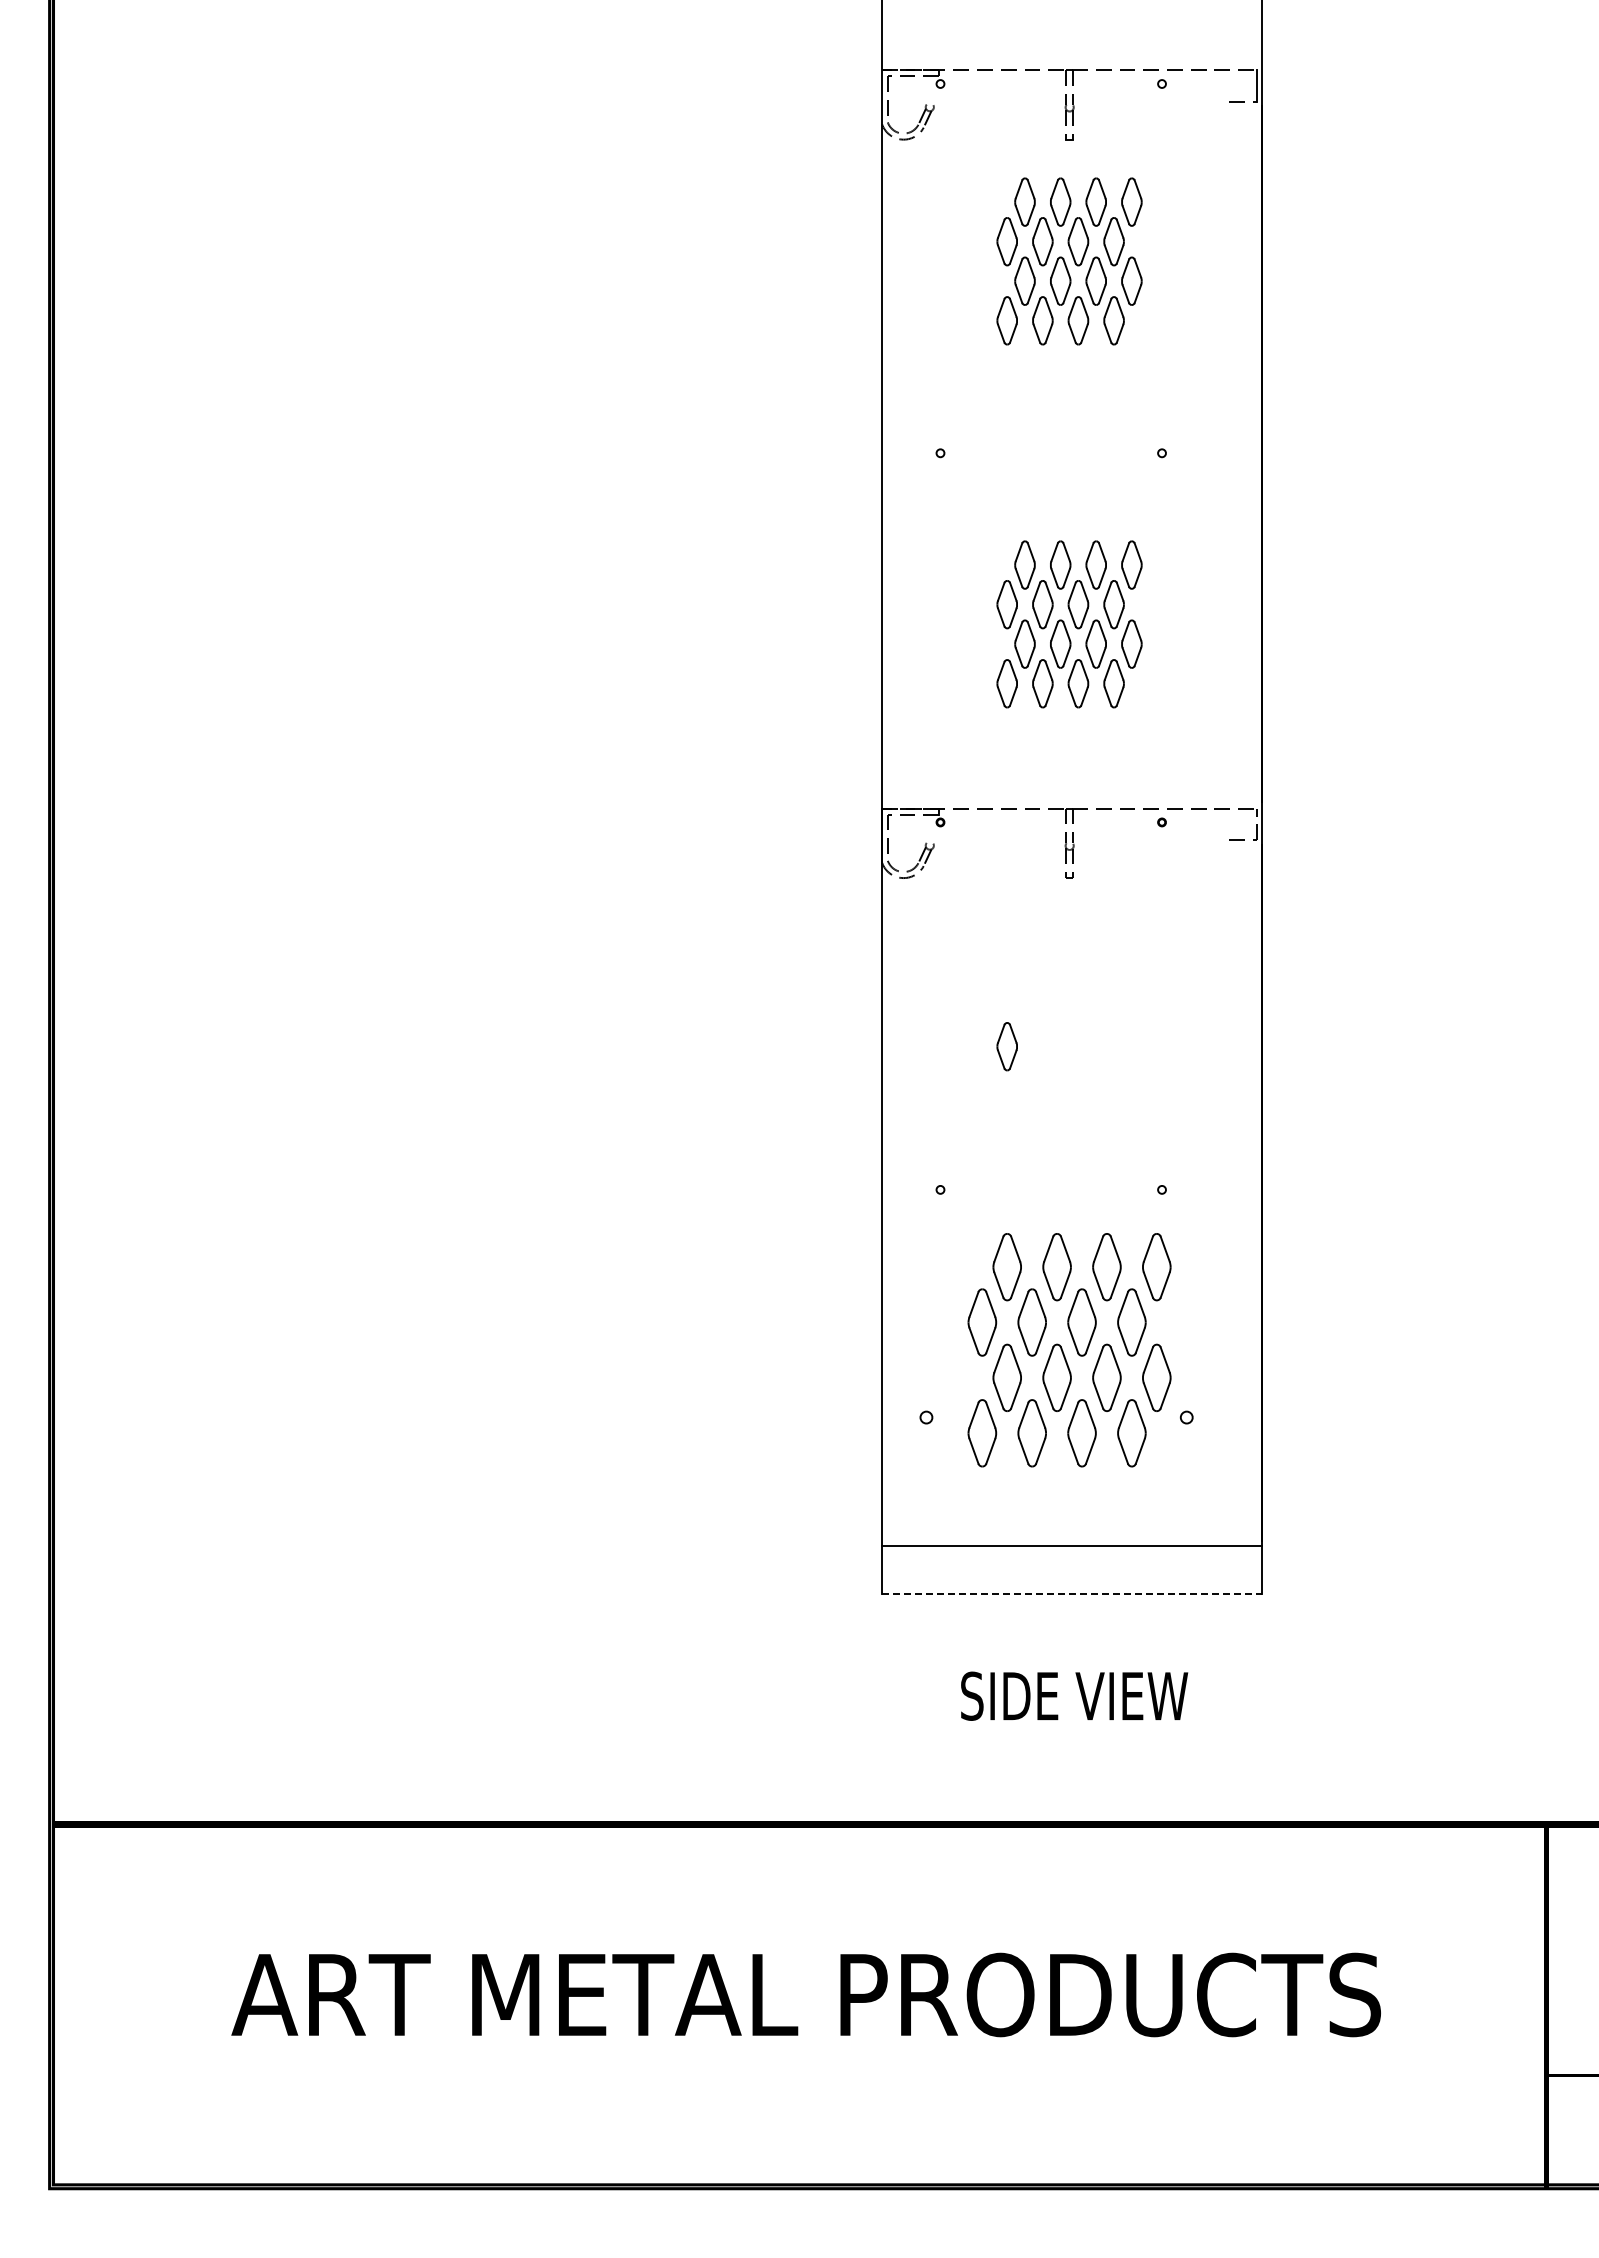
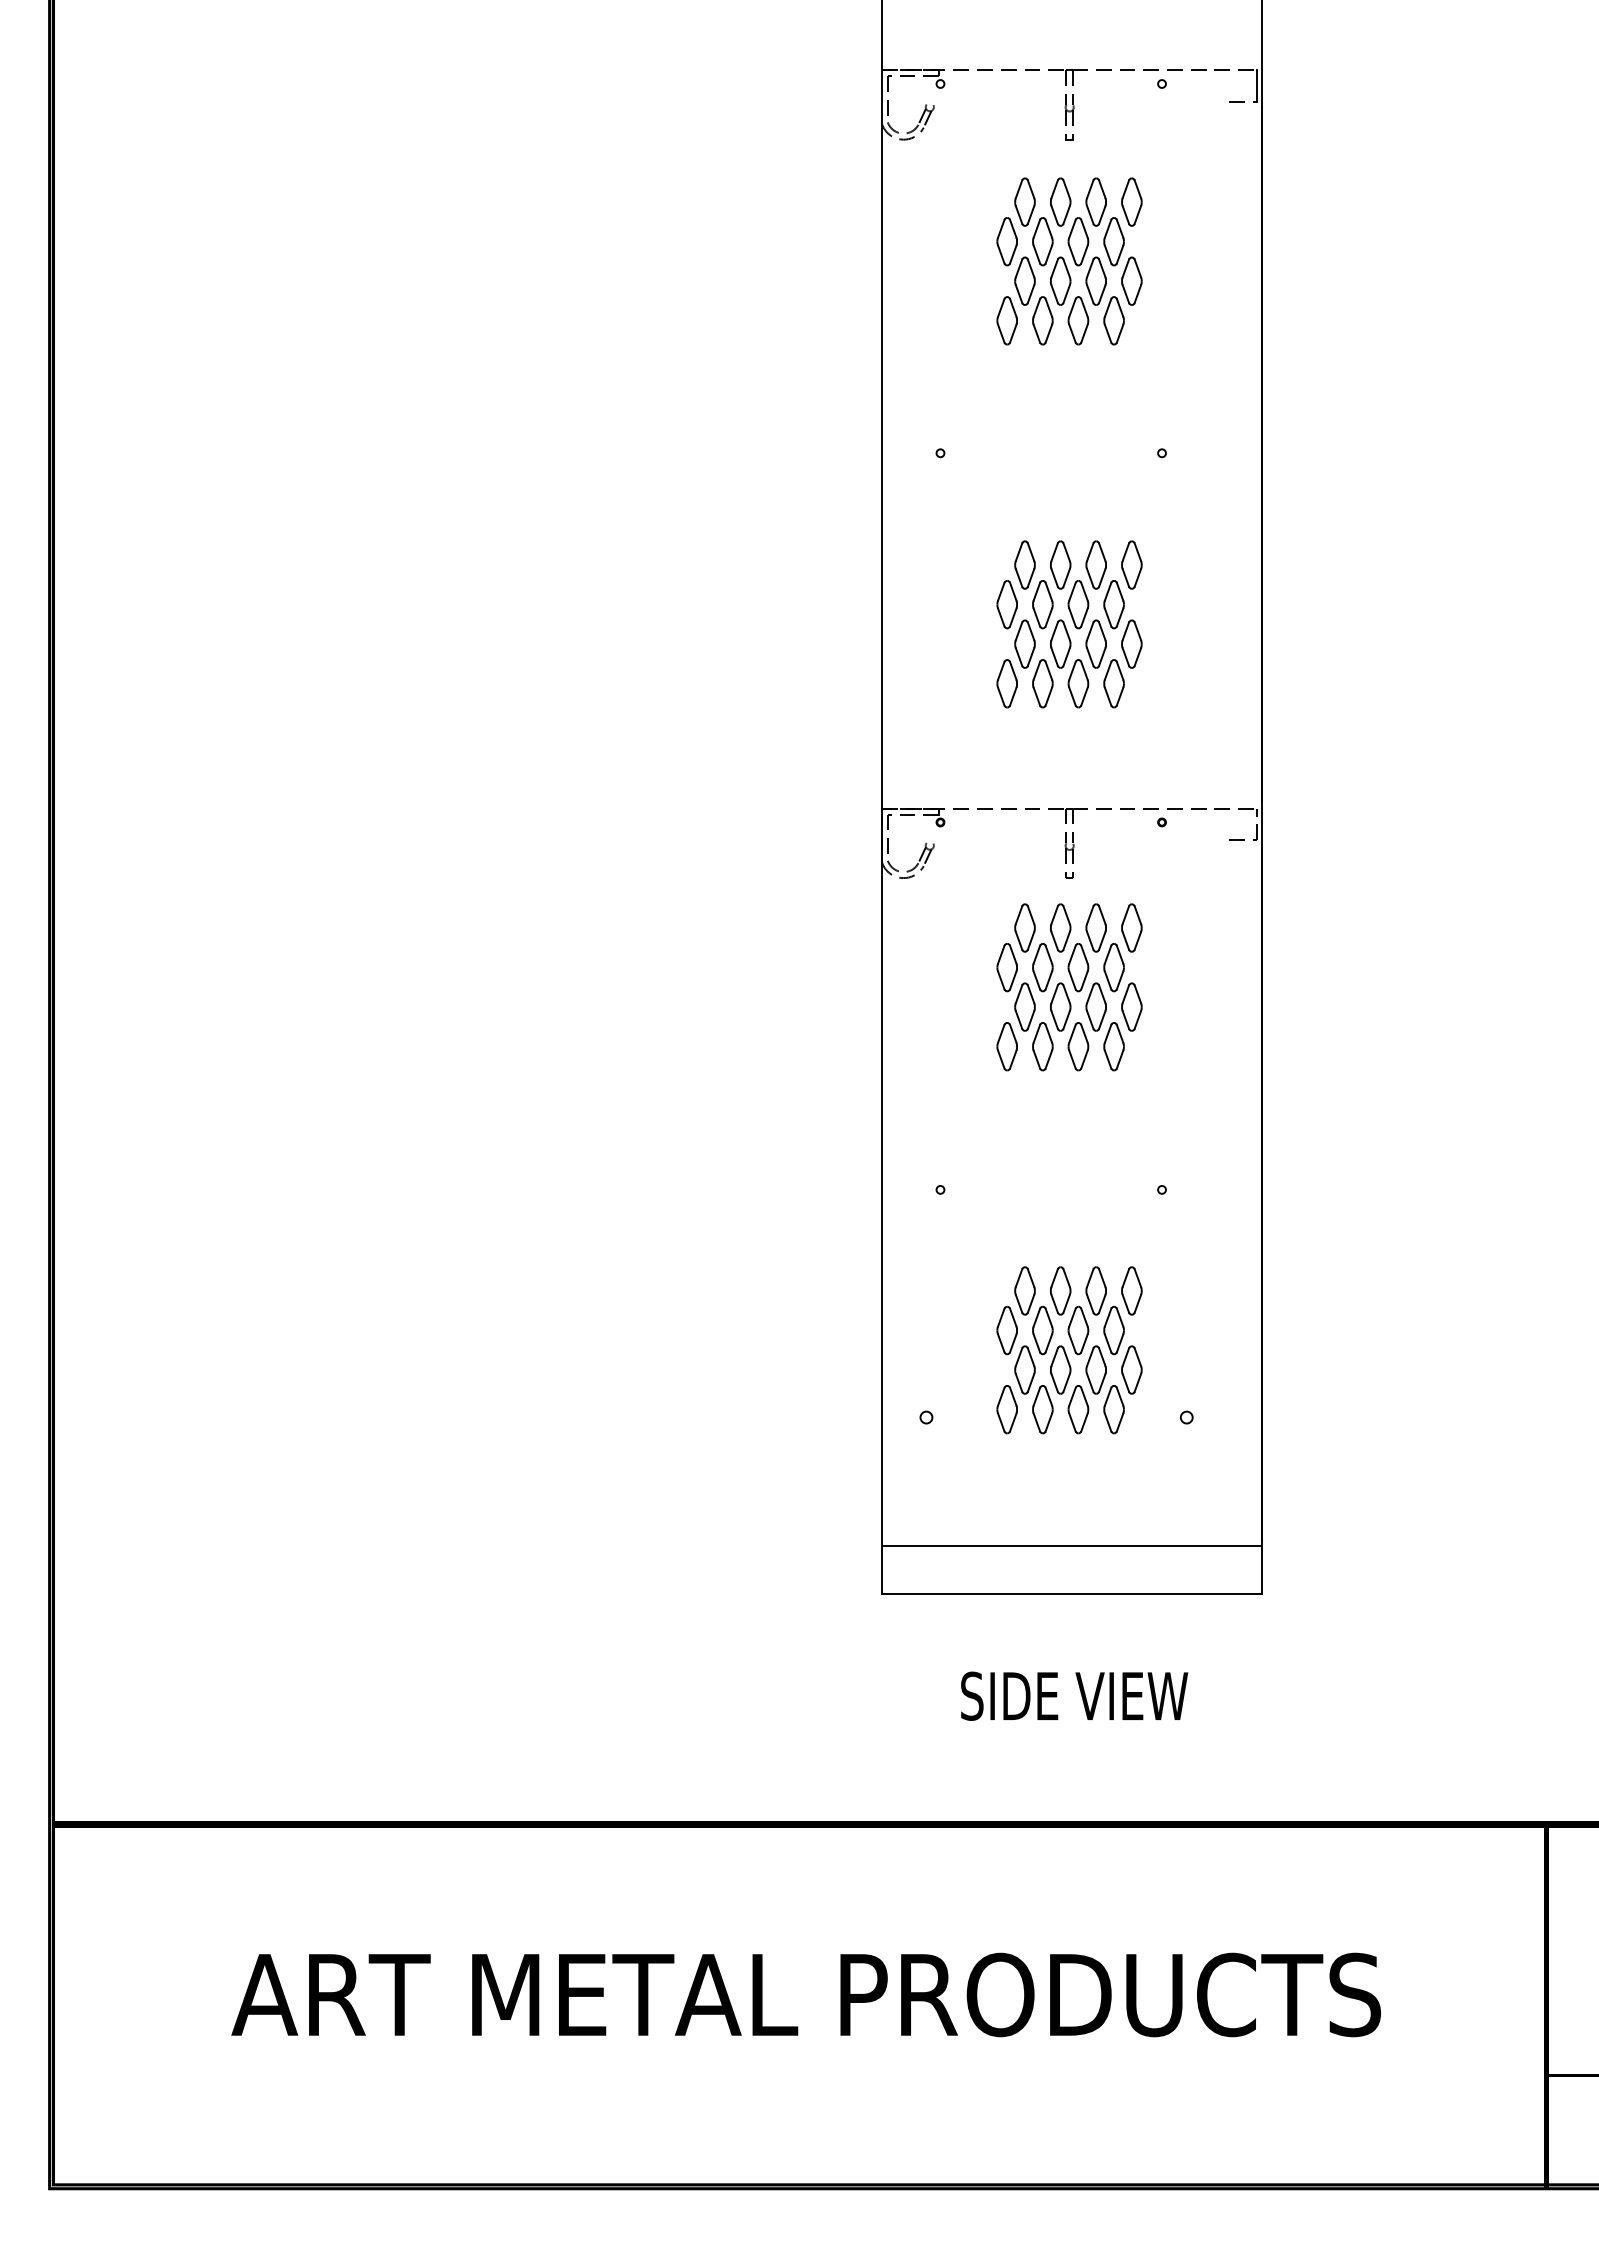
part at (1069, 987): none -> present
part at (1069, 1350) size: 205x235 px -> 147x169 px
line at (1072, 1593): dashed -> solid
